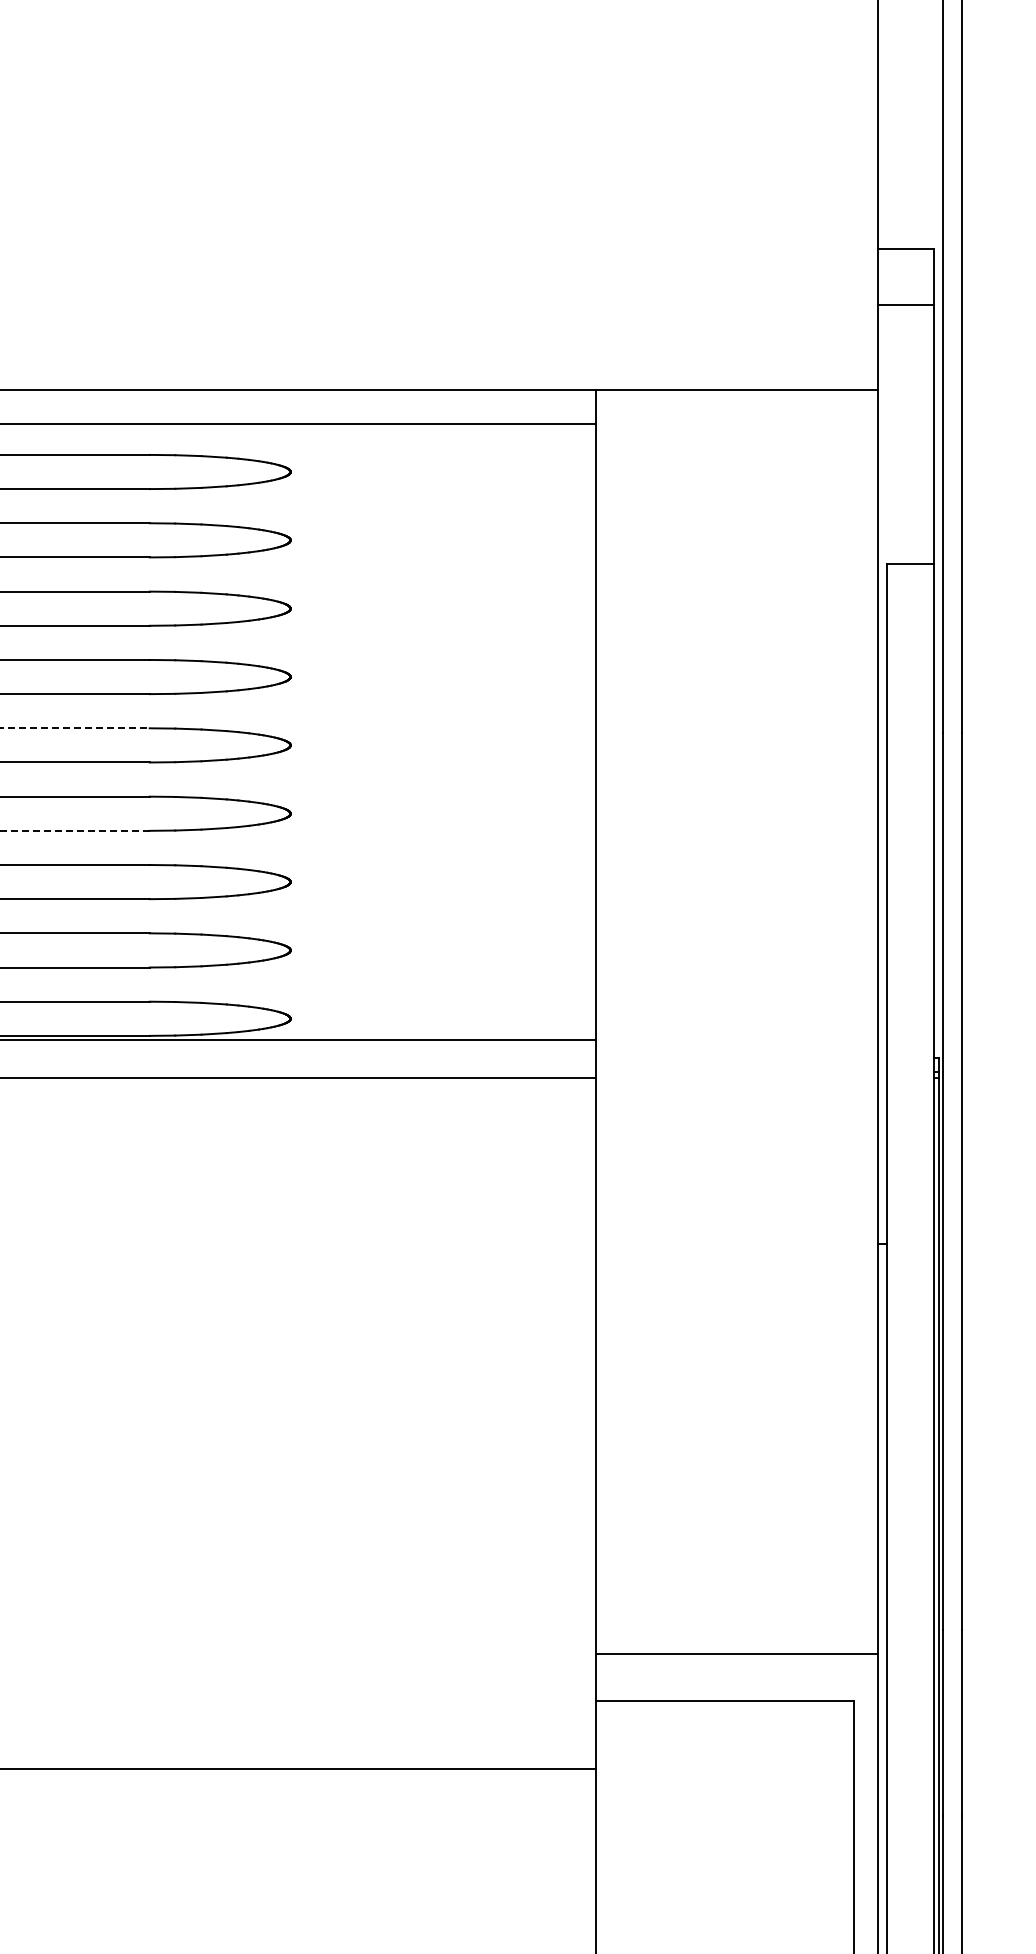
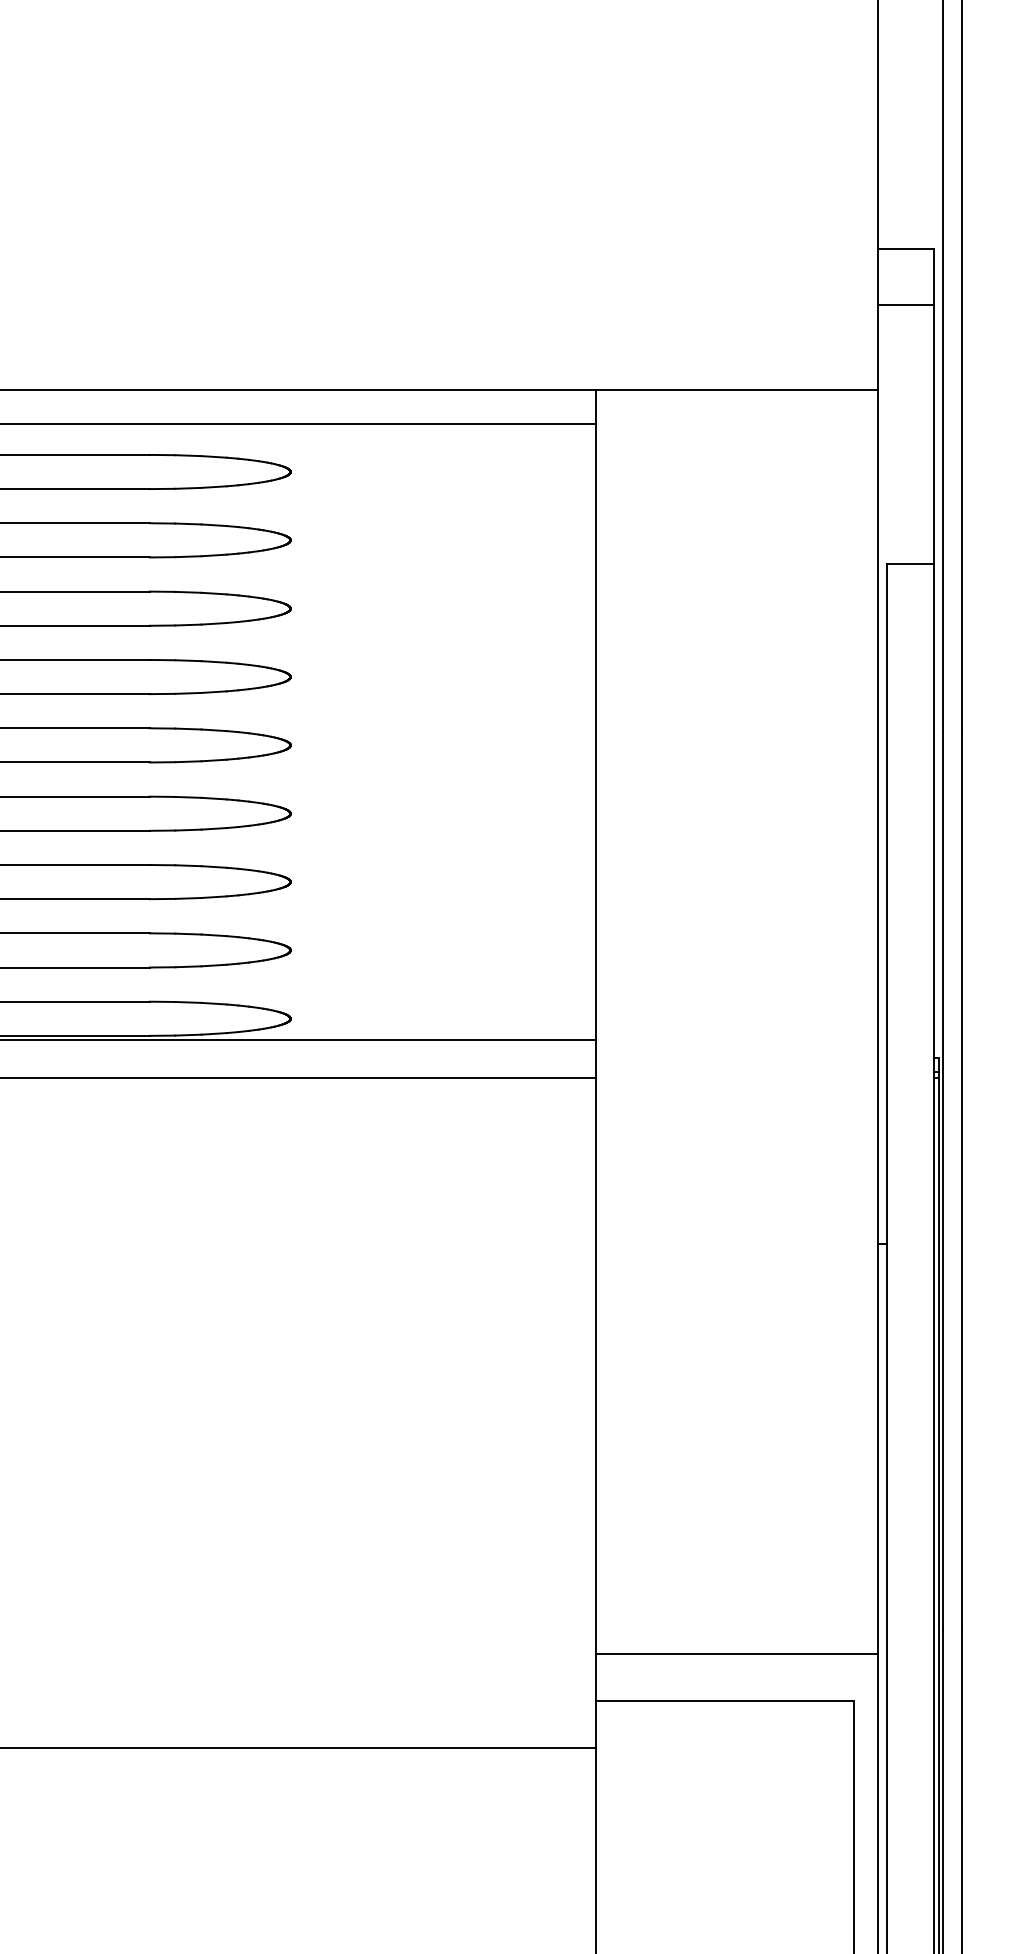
line at (75, 728): dashed -> solid
line at (74, 830): dashed -> solid
line at (298, 1768) position: (298, 1768) -> (298, 1747)
